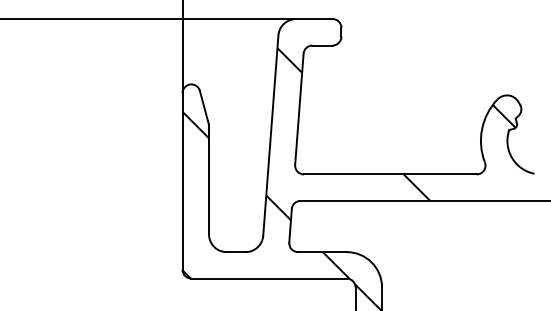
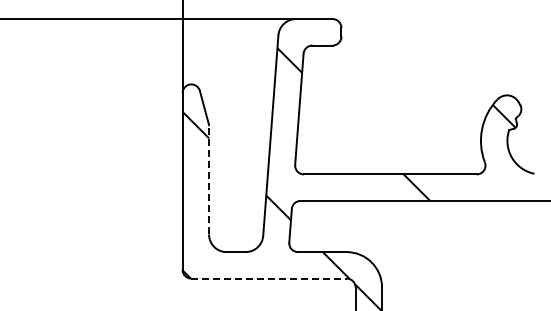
line at (209, 179): solid -> dashed
line at (269, 278): solid -> dashed
